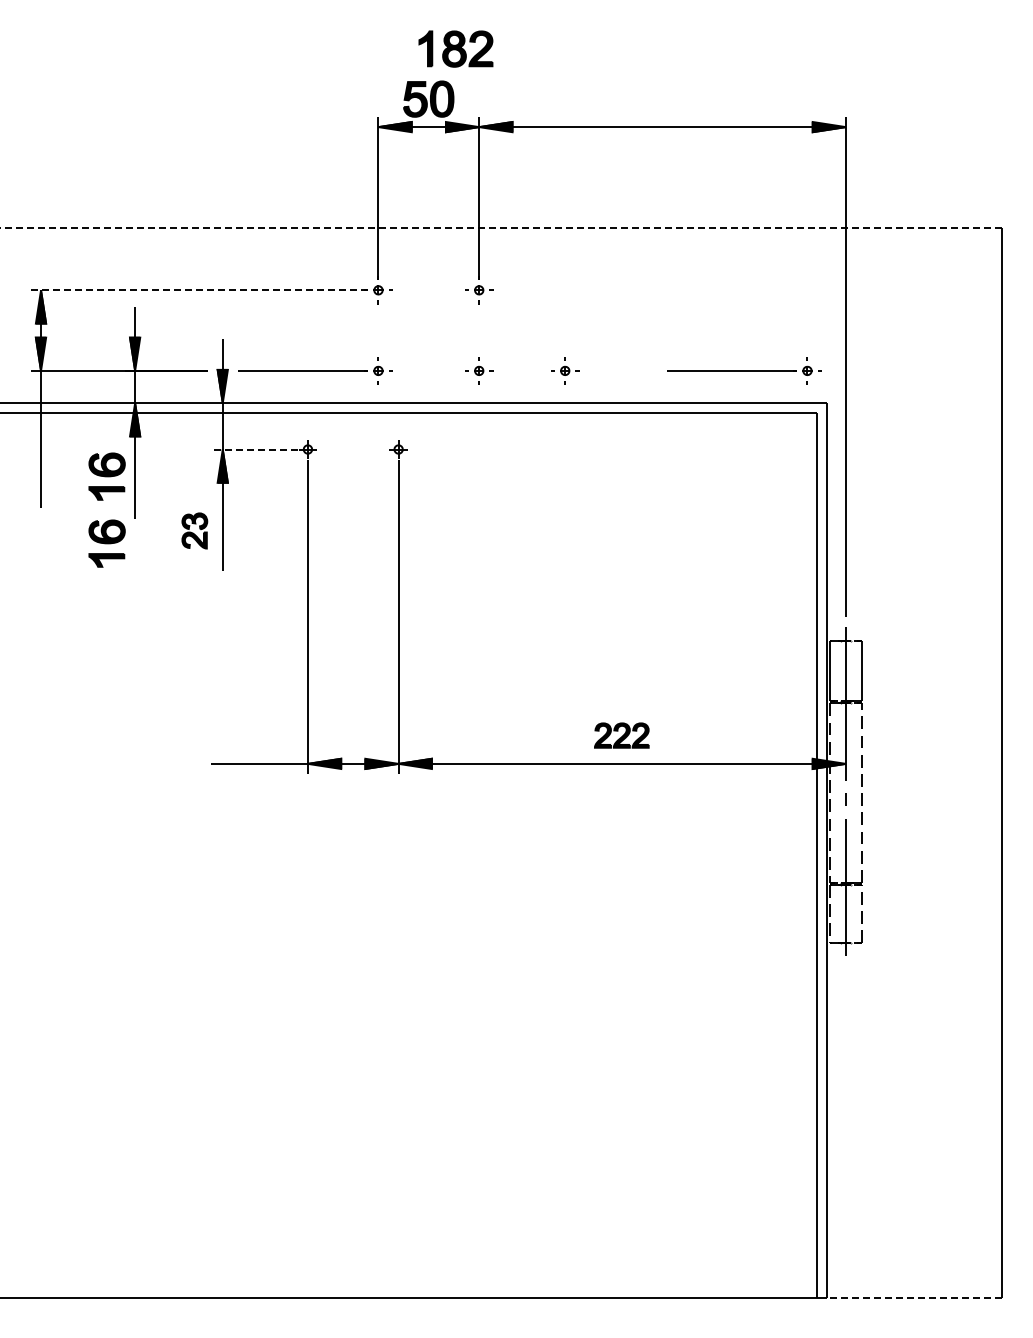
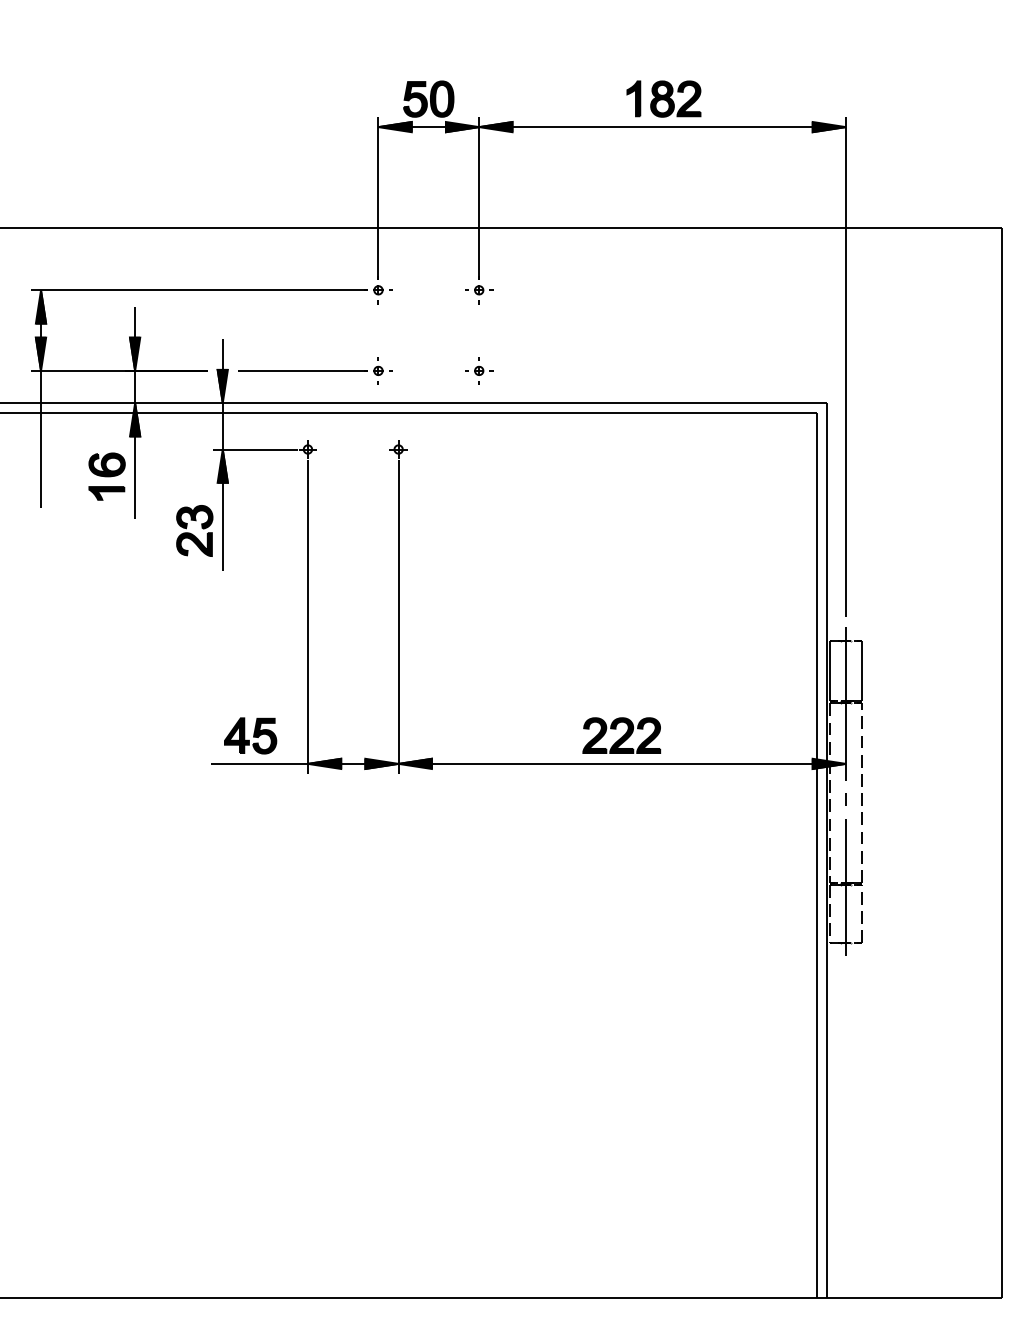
part at (455, 48) position: (455, 48) -> (663, 98)
line at (501, 227): dashed -> solid
line at (199, 290): dashed -> solid
part at (565, 370): present -> none
part at (744, 370): present -> none
line at (255, 449): dashed -> solid
part at (194, 530) size: 28x38 px -> 38x52 px
part at (106, 543): present -> none
part at (250, 735): none -> present
part at (621, 735) size: 56x27 px -> 80x37 px
line at (914, 1297): dashed -> solid
